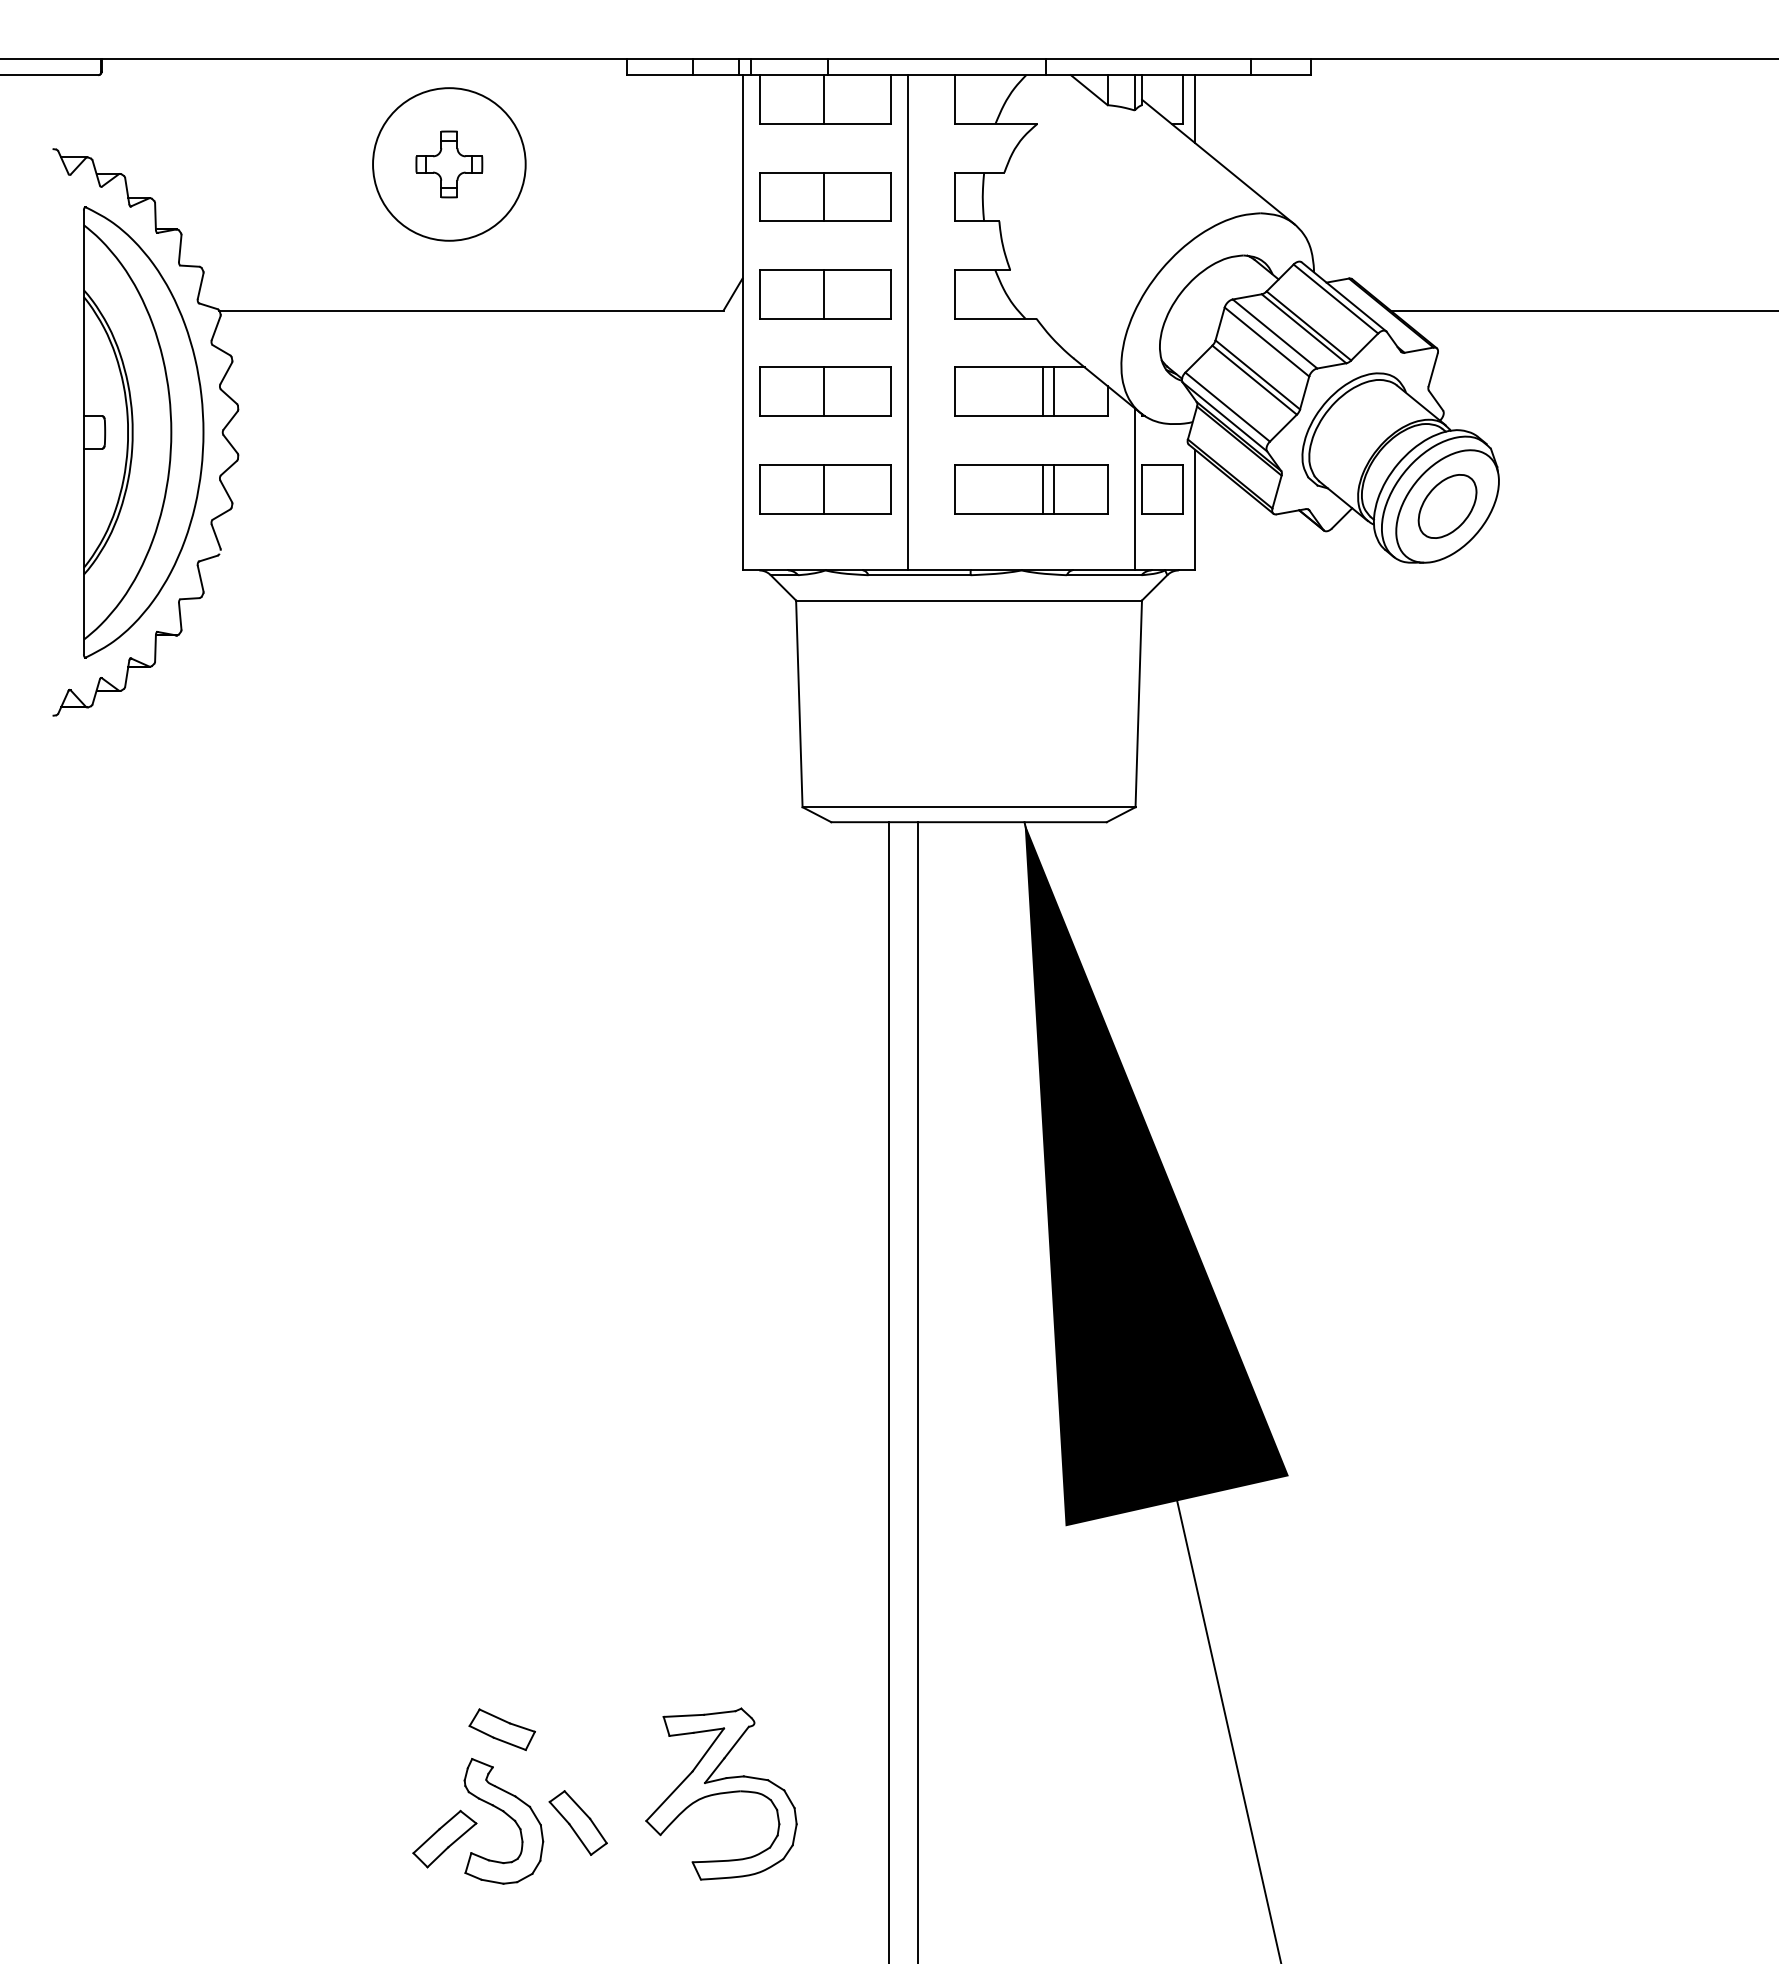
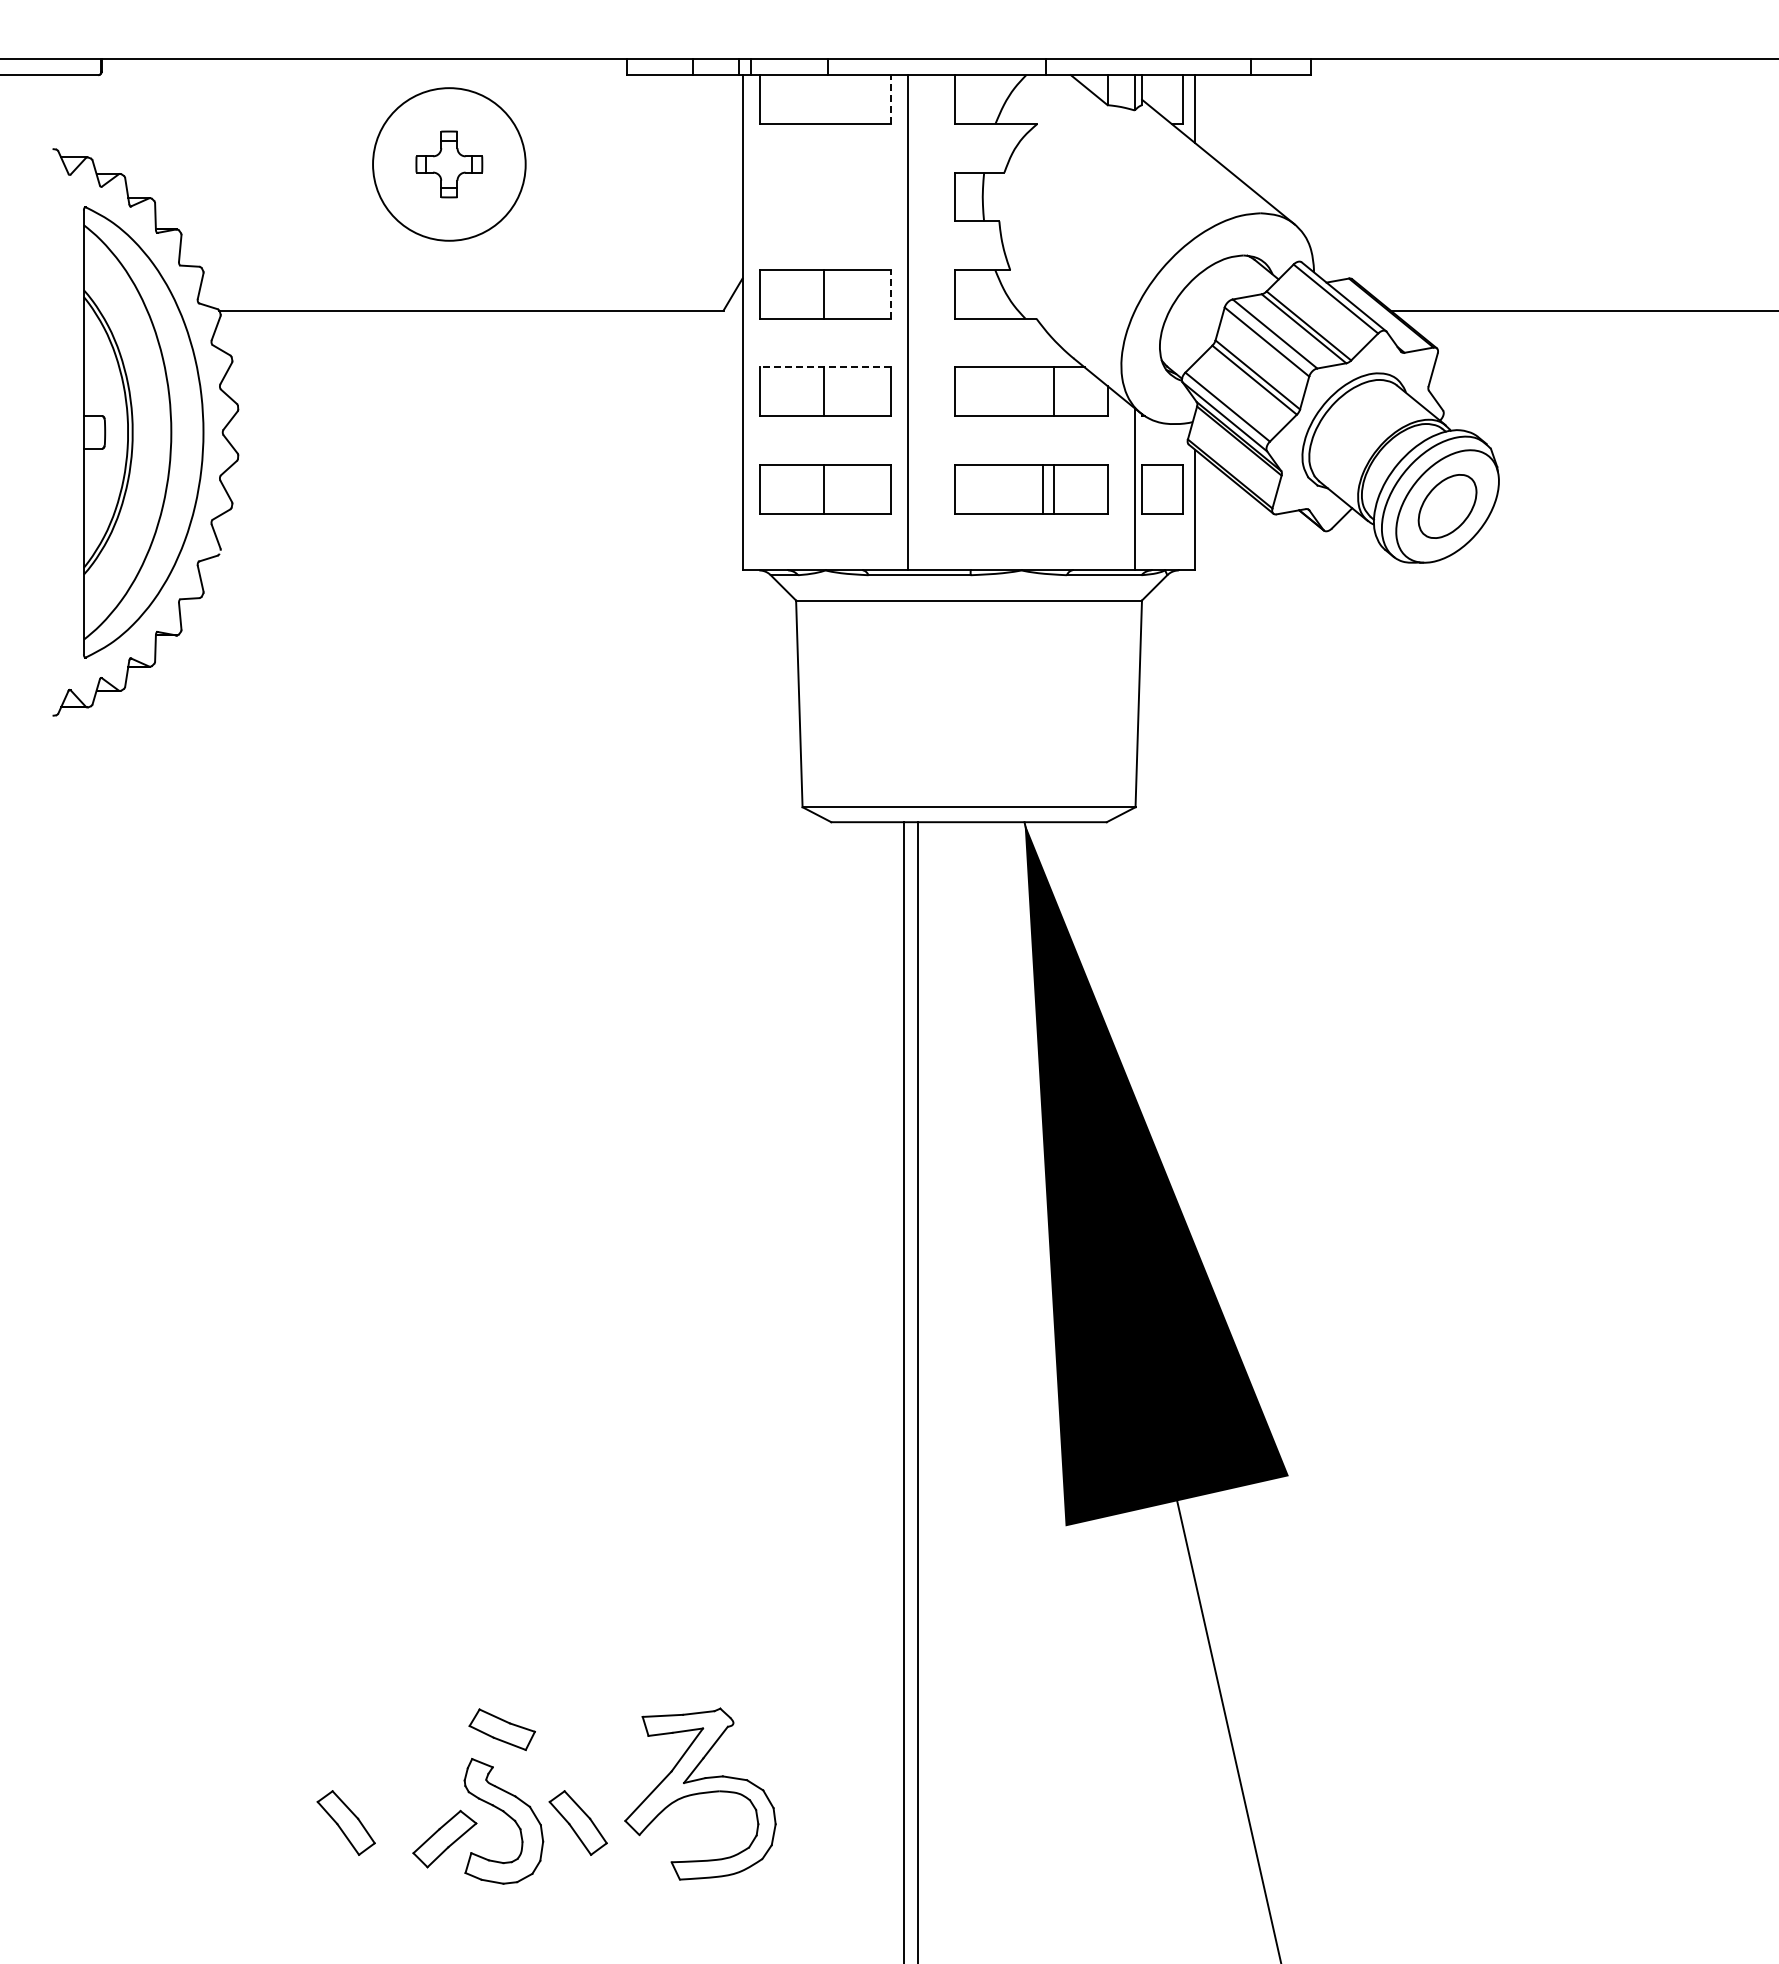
line at (823, 99): present -> none
line at (890, 99): solid -> dashed
part at (825, 196): present -> none
line at (890, 293): solid -> dashed
line at (825, 367): solid -> dashed
line at (1042, 391): present -> none
line at (889, 1391) position: (889, 1391) -> (904, 1391)
part at (721, 1793) position: (721, 1793) -> (700, 1793)
part at (345, 1822): none -> present
